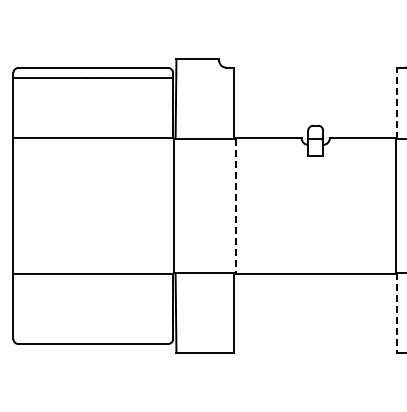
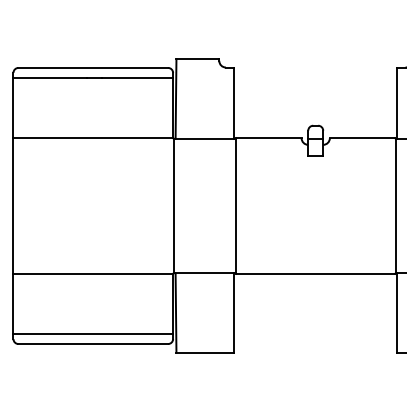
line at (397, 103): dashed -> solid
line at (235, 205): dashed -> solid
line at (397, 312): dashed -> solid
line at (93, 334): none -> present
